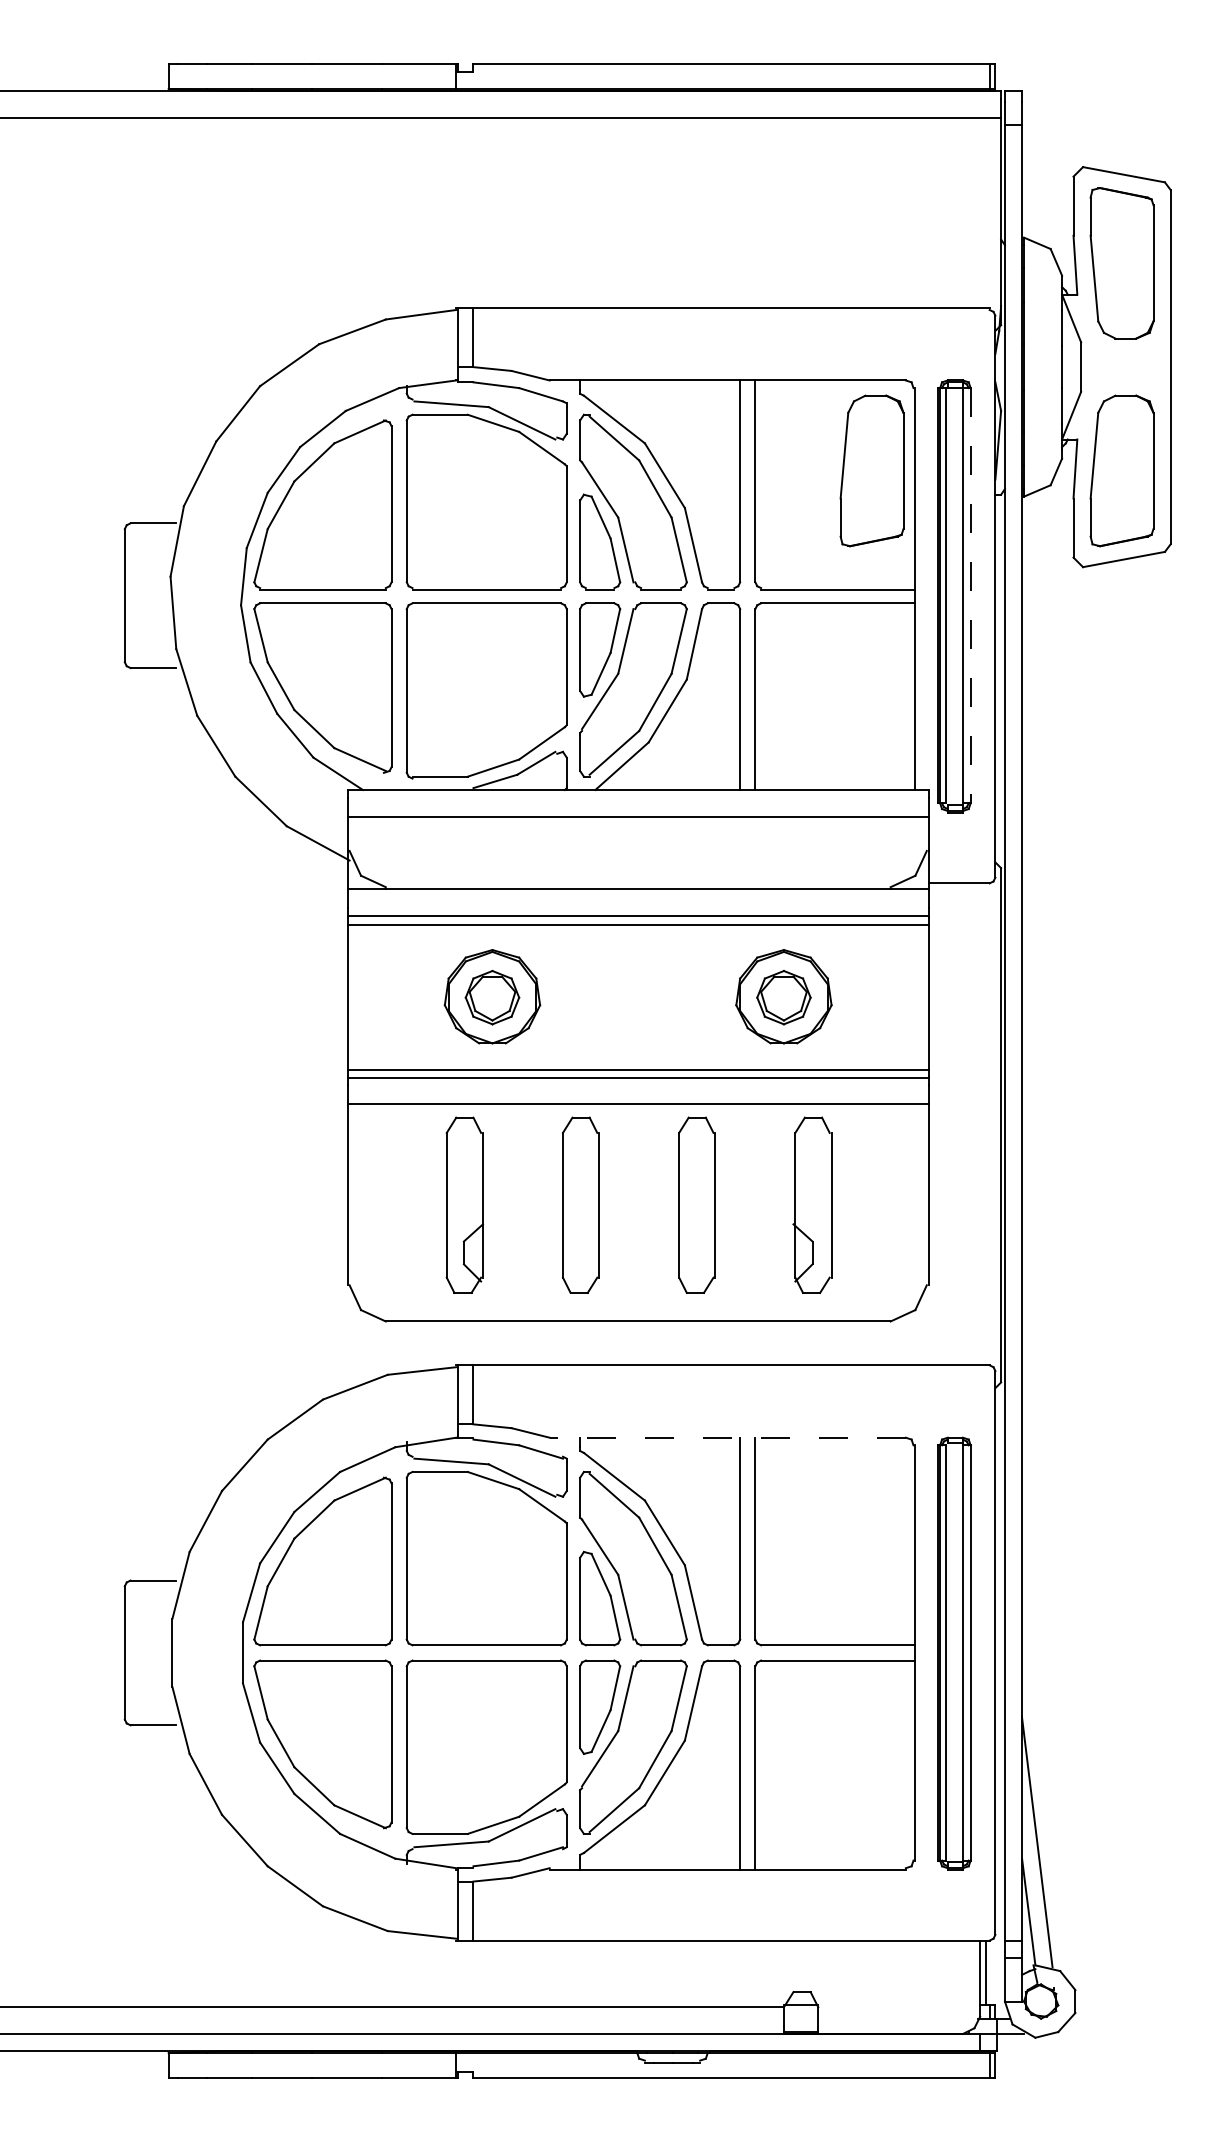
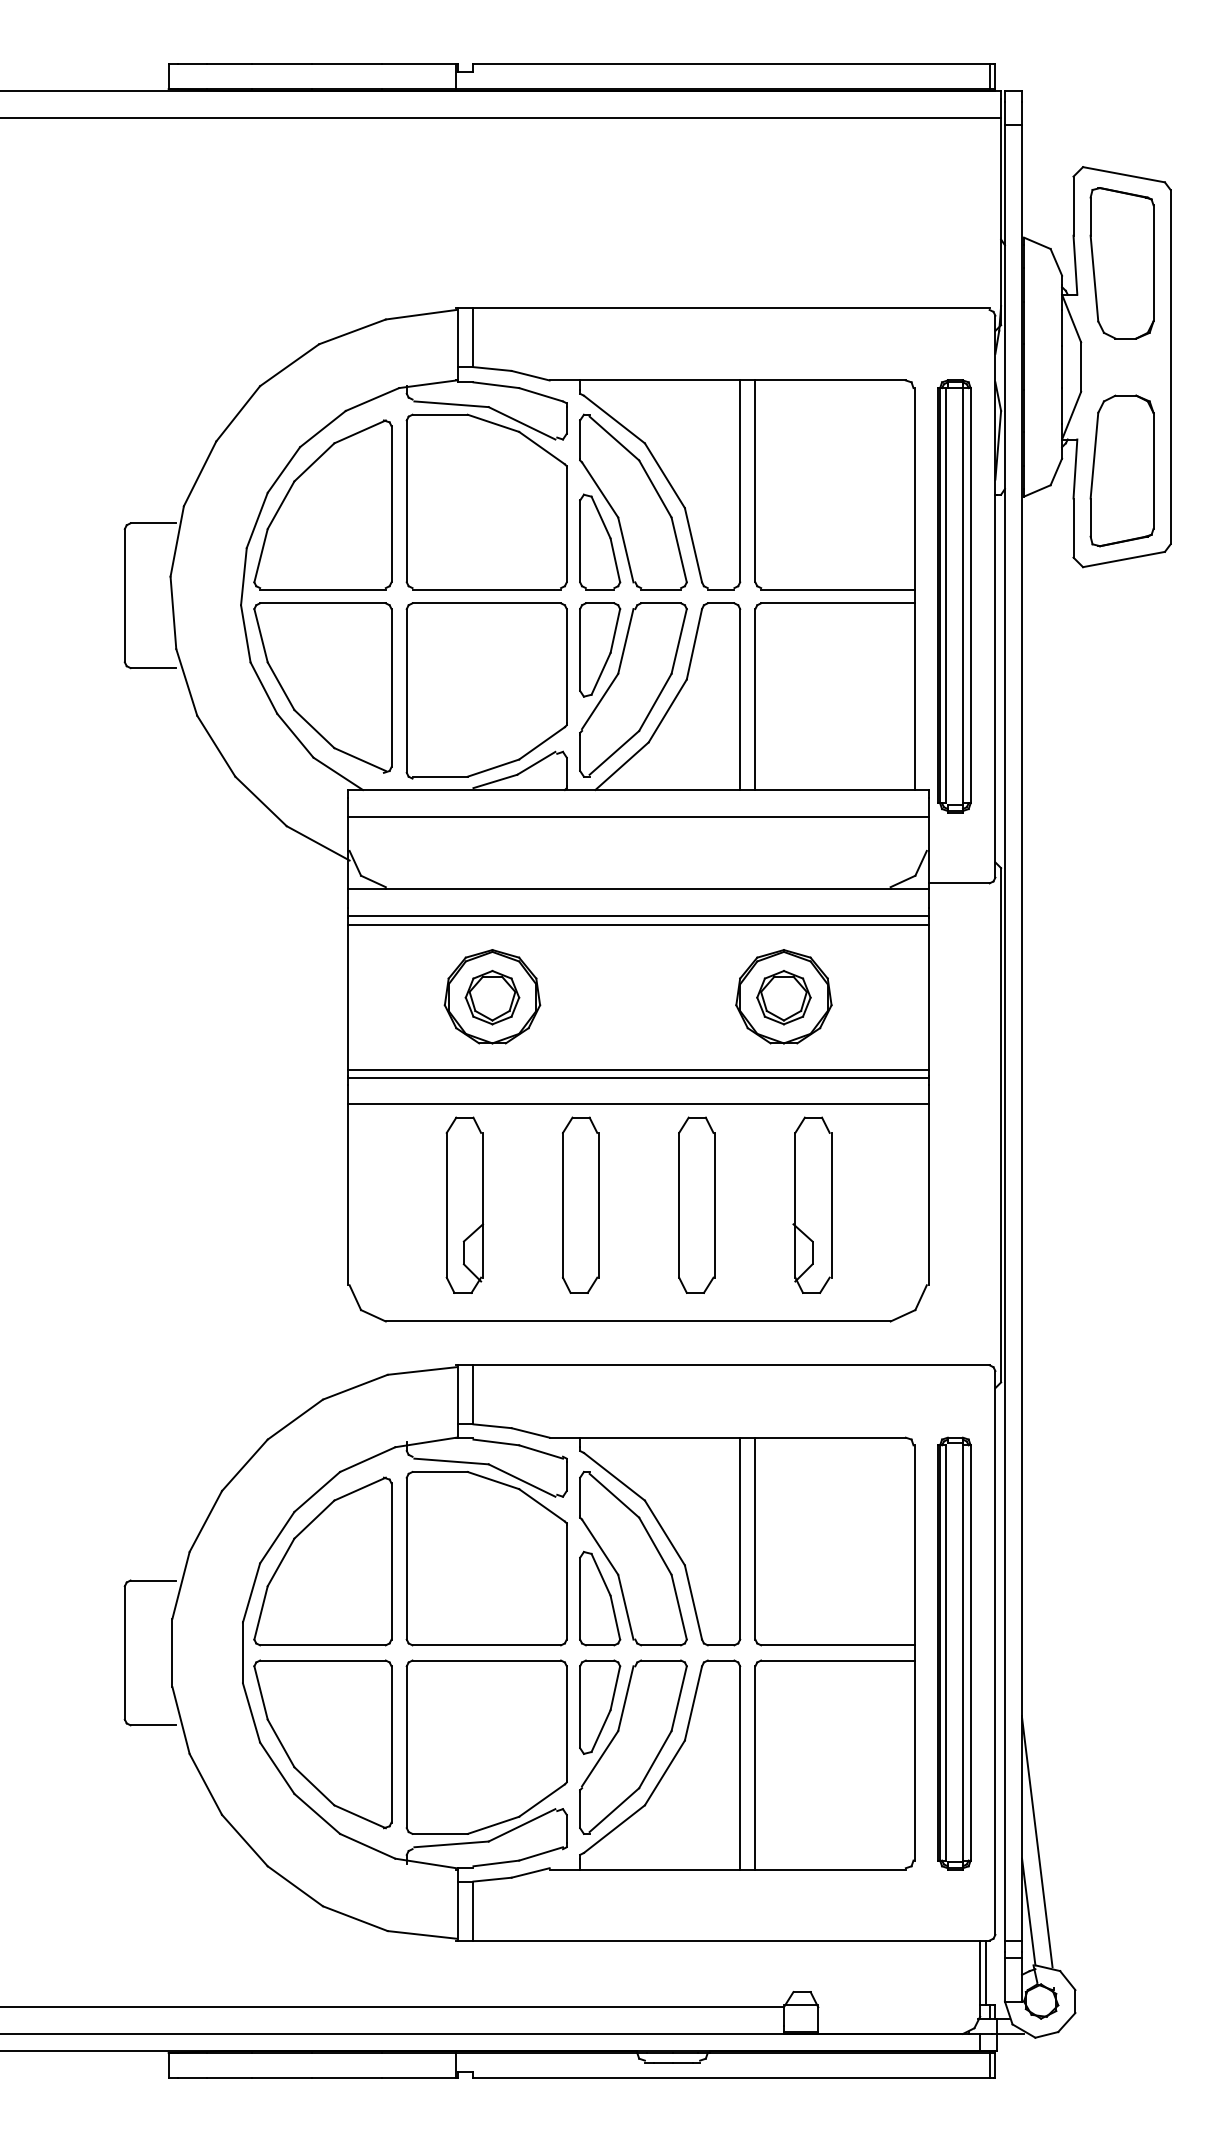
part at (871, 470): present -> none
line at (970, 595): dashed -> solid
line at (727, 1437): dashed -> solid
